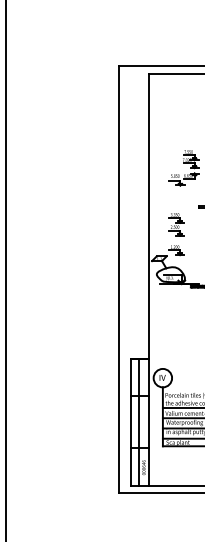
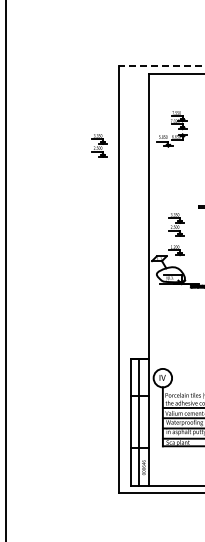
line at (161, 66): solid -> dashed
part at (99, 145): none -> present
part at (183, 168) position: (183, 168) -> (171, 129)
